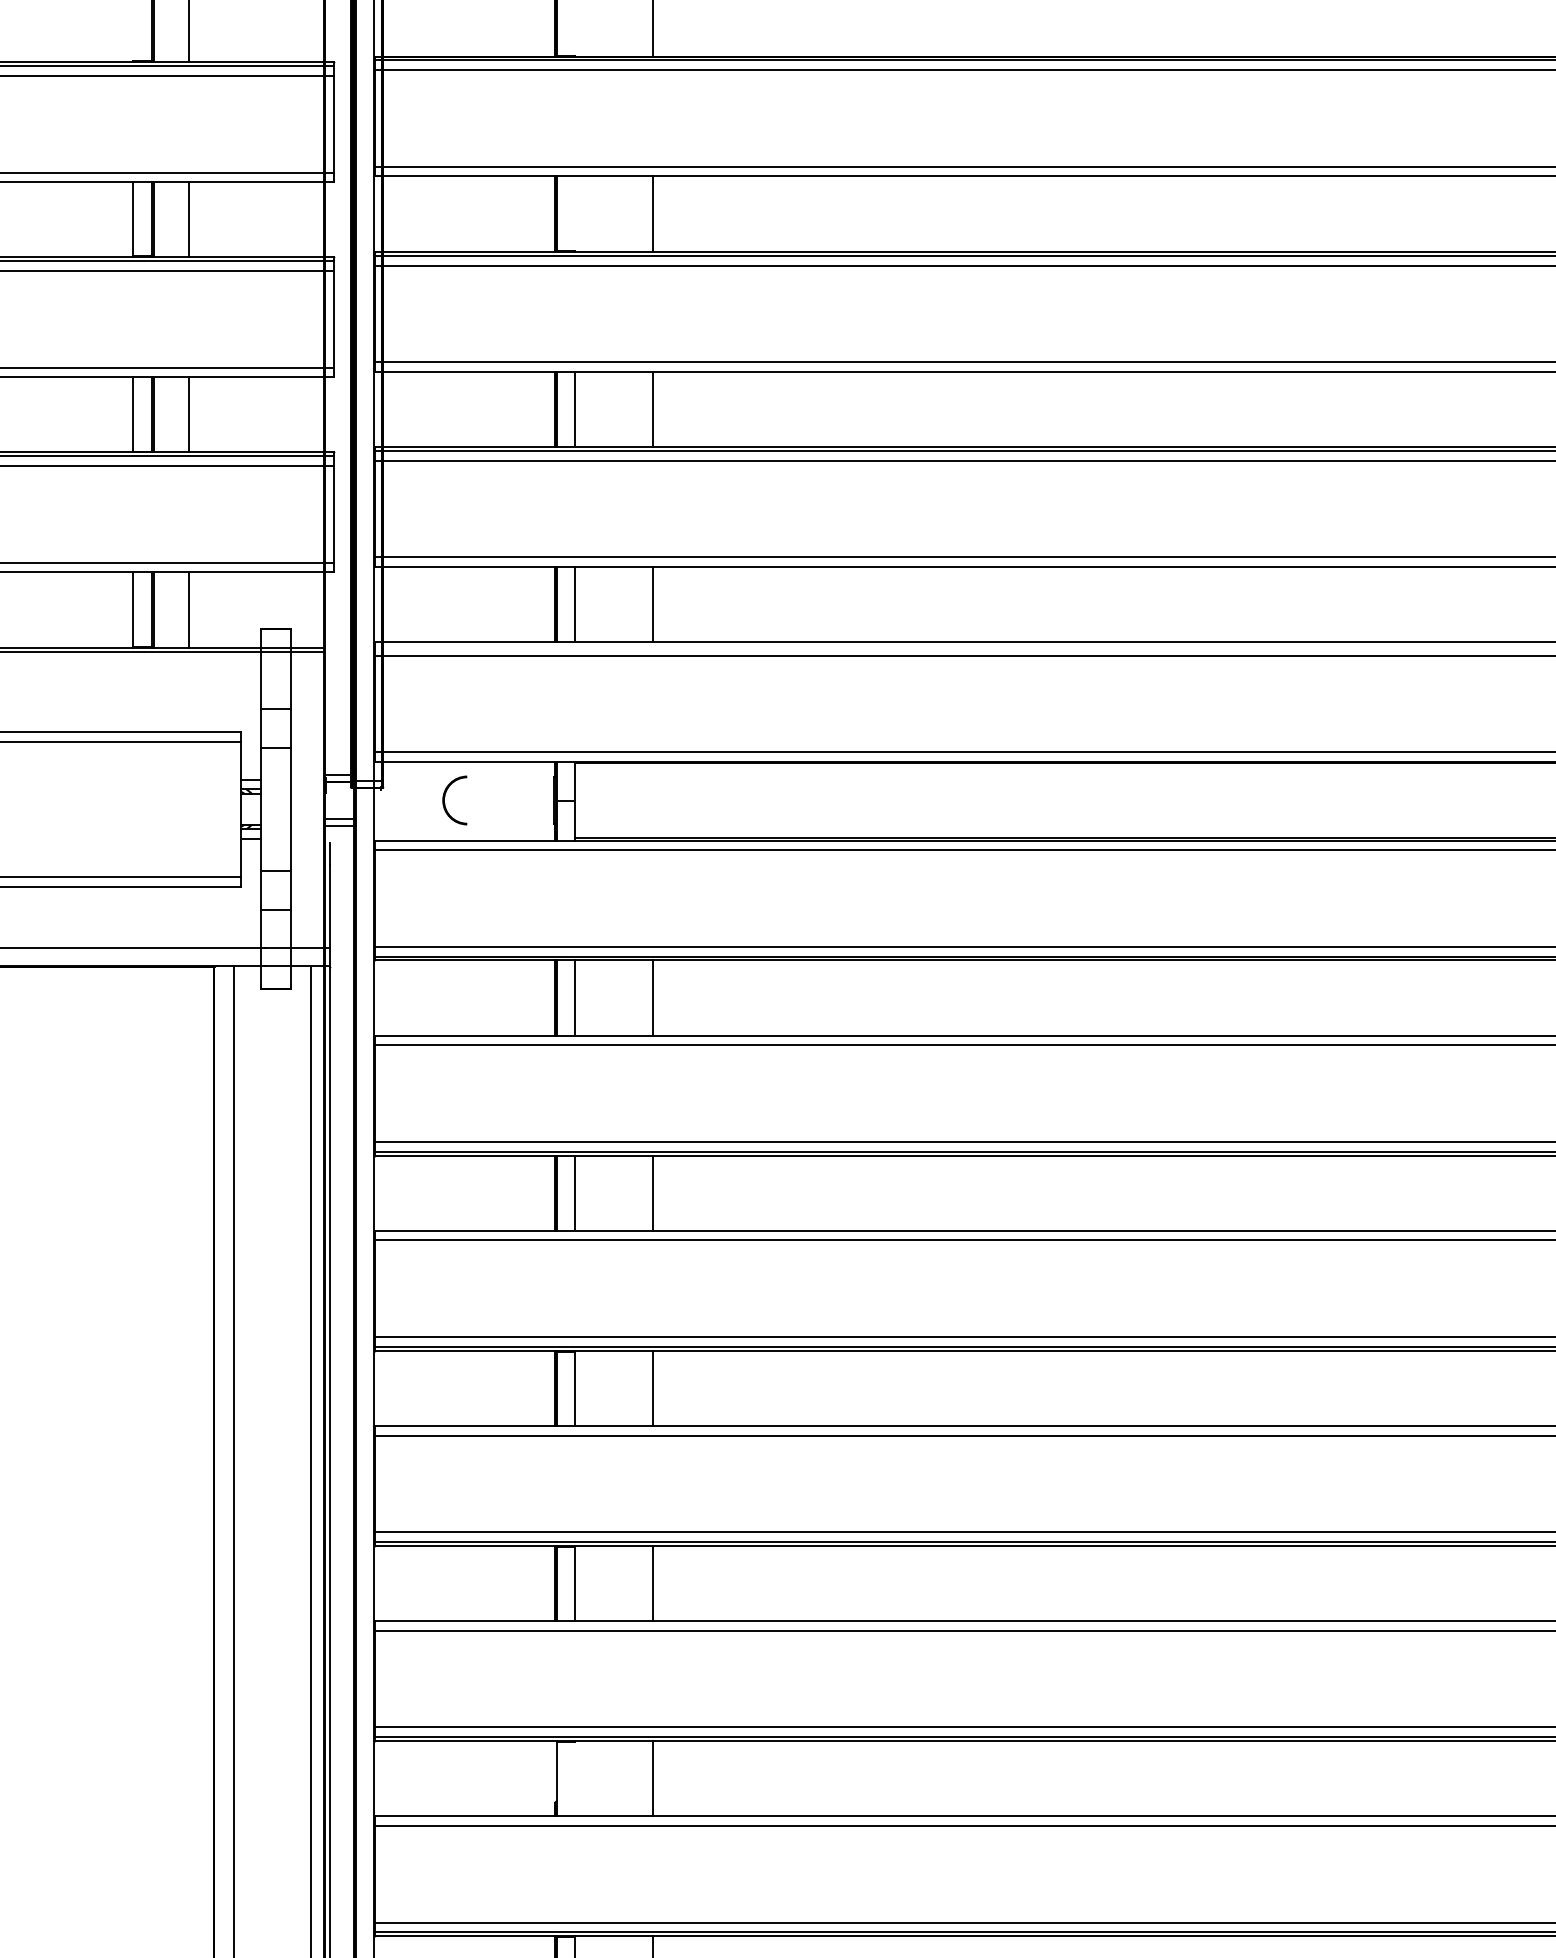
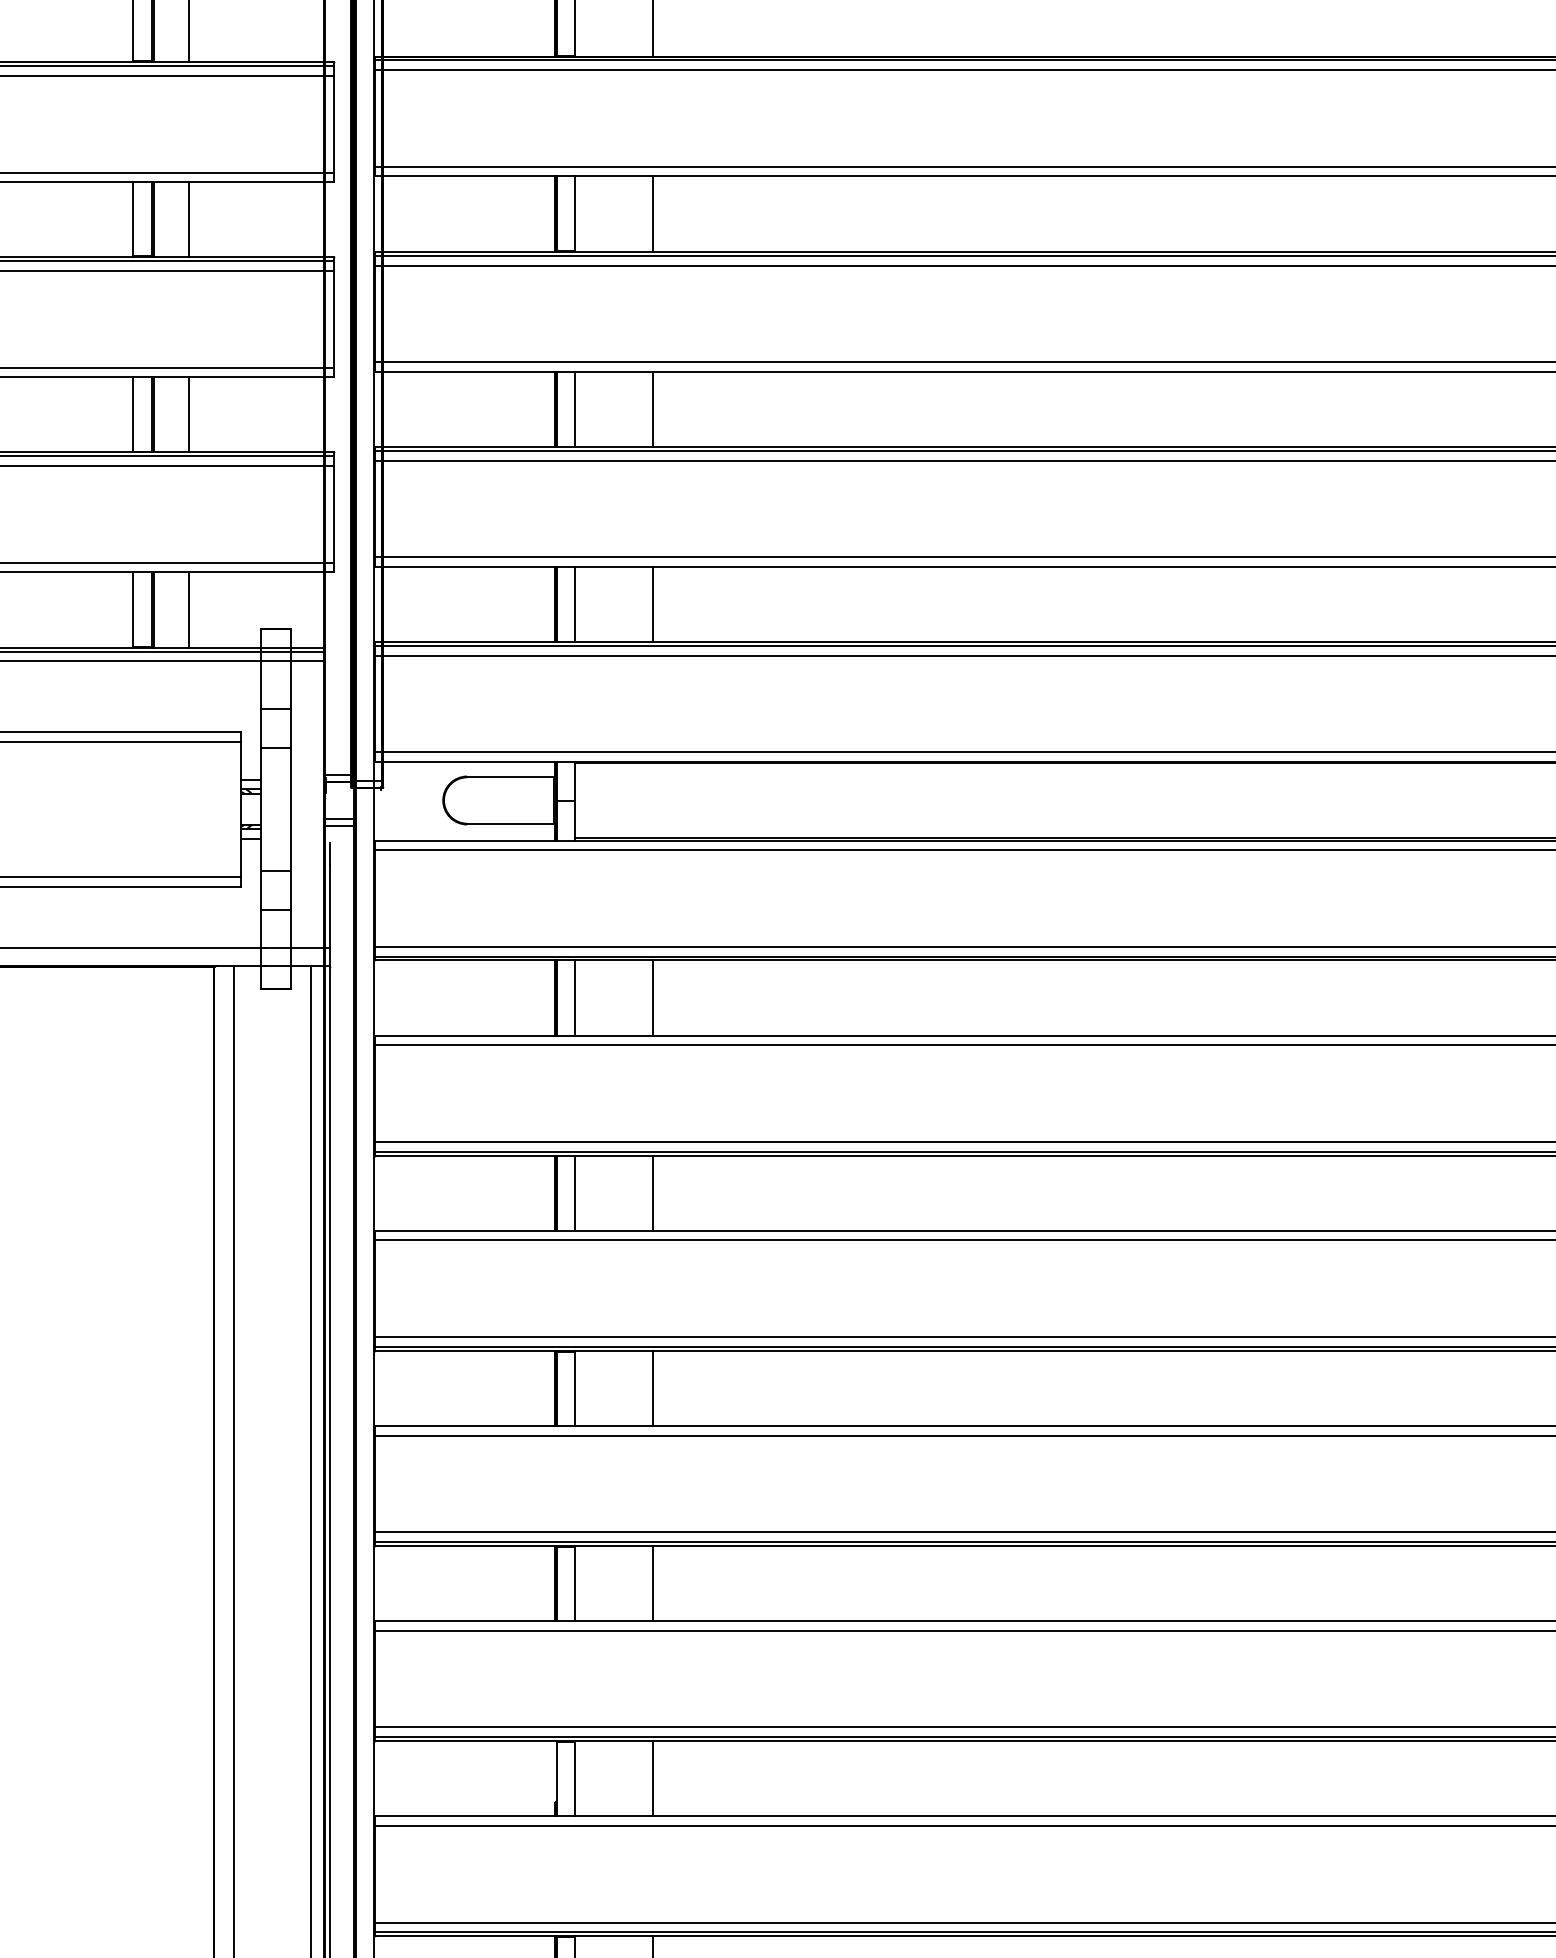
line at (575, 28): none -> present
line at (133, 31): none -> present
line at (575, 213): none -> present
line at (963, 645): none -> present
line at (163, 661): none -> present
line at (511, 776): none -> present
line at (511, 824): none -> present
line at (575, 1779): none -> present
